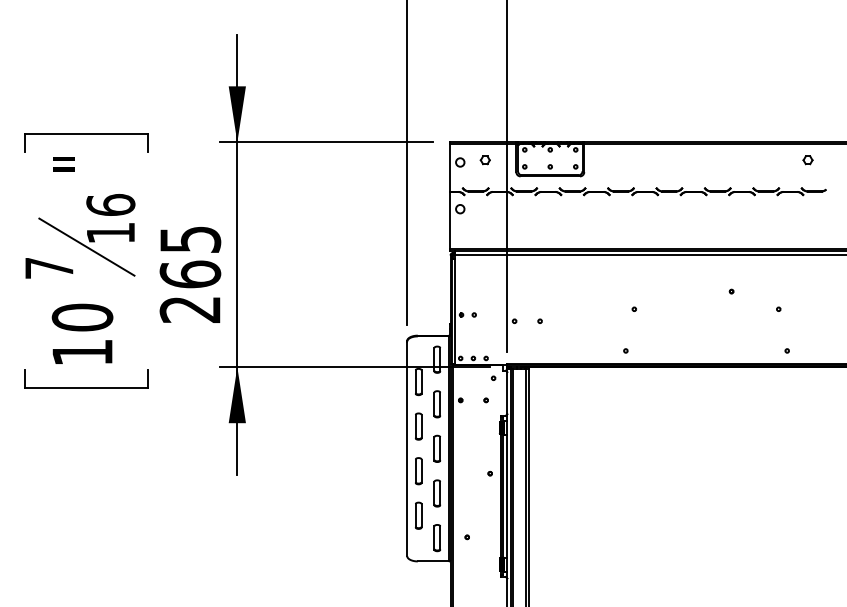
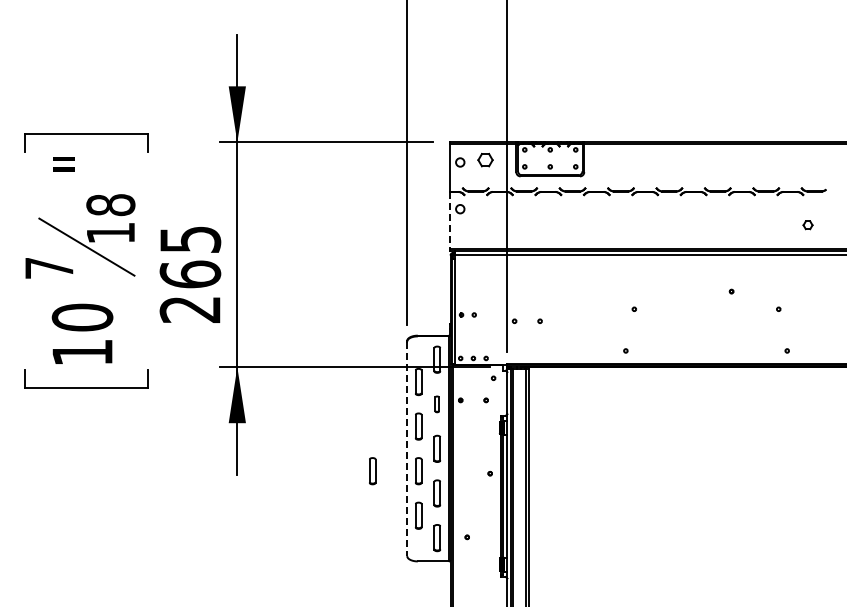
part at (484, 160) size: 12x11 px -> 17x16 px
part at (807, 160) position: (807, 160) -> (807, 225)
text at (110, 205): 16 -> 18
line at (450, 220): solid -> dashed
part at (436, 404) size: 8x29 px -> 6x19 px
line at (407, 449): solid -> dashed
part at (372, 471): none -> present
